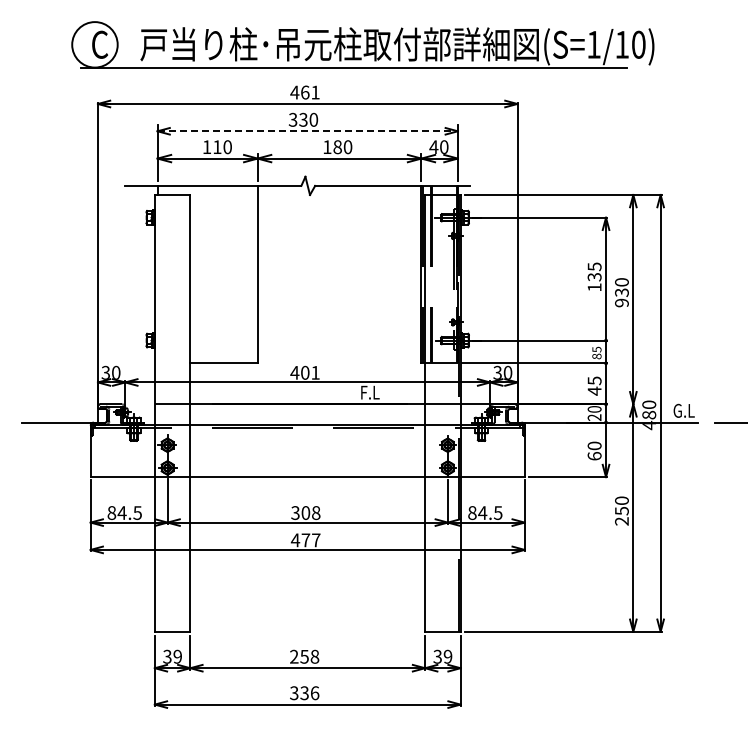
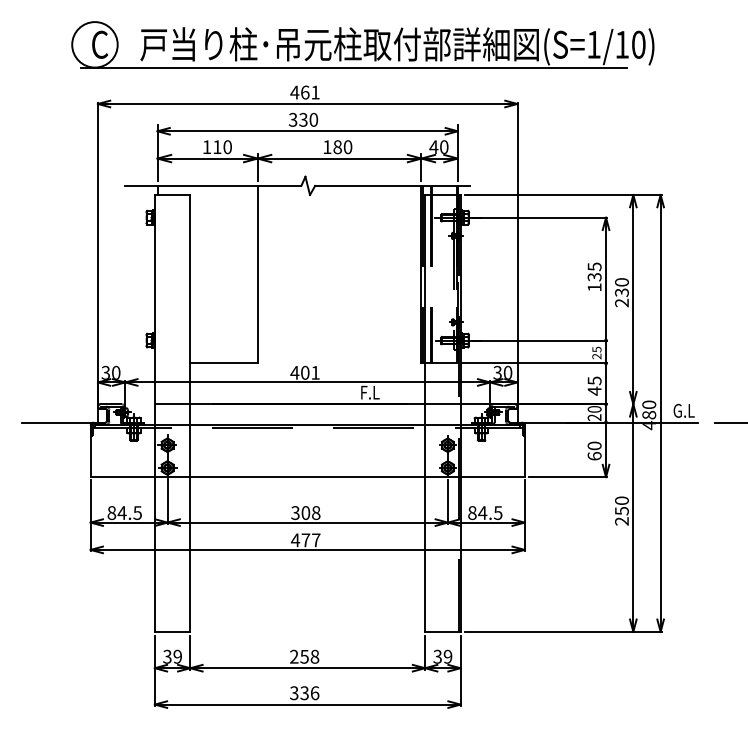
line at (308, 131): dashed -> solid
text at (621, 302): 930 -> 230
text at (596, 356): 85 -> 25
